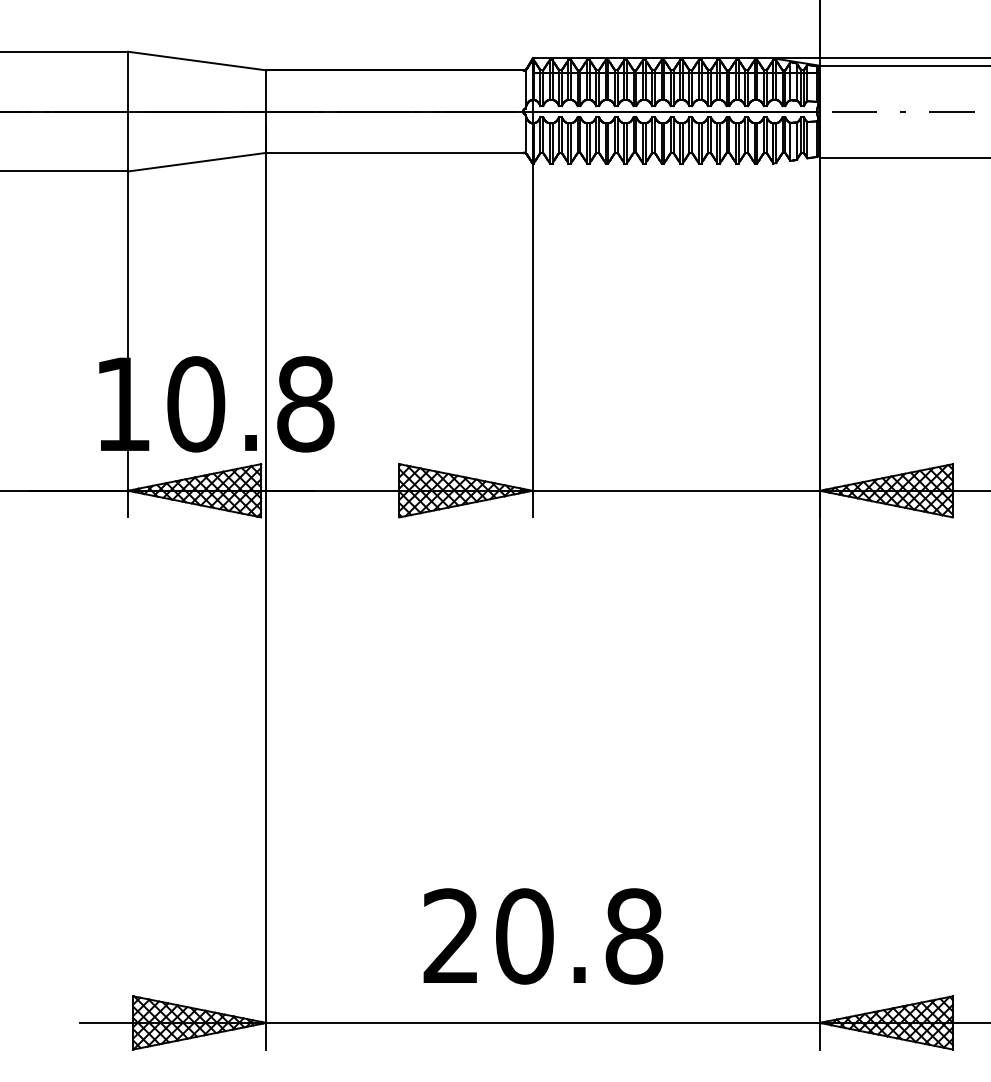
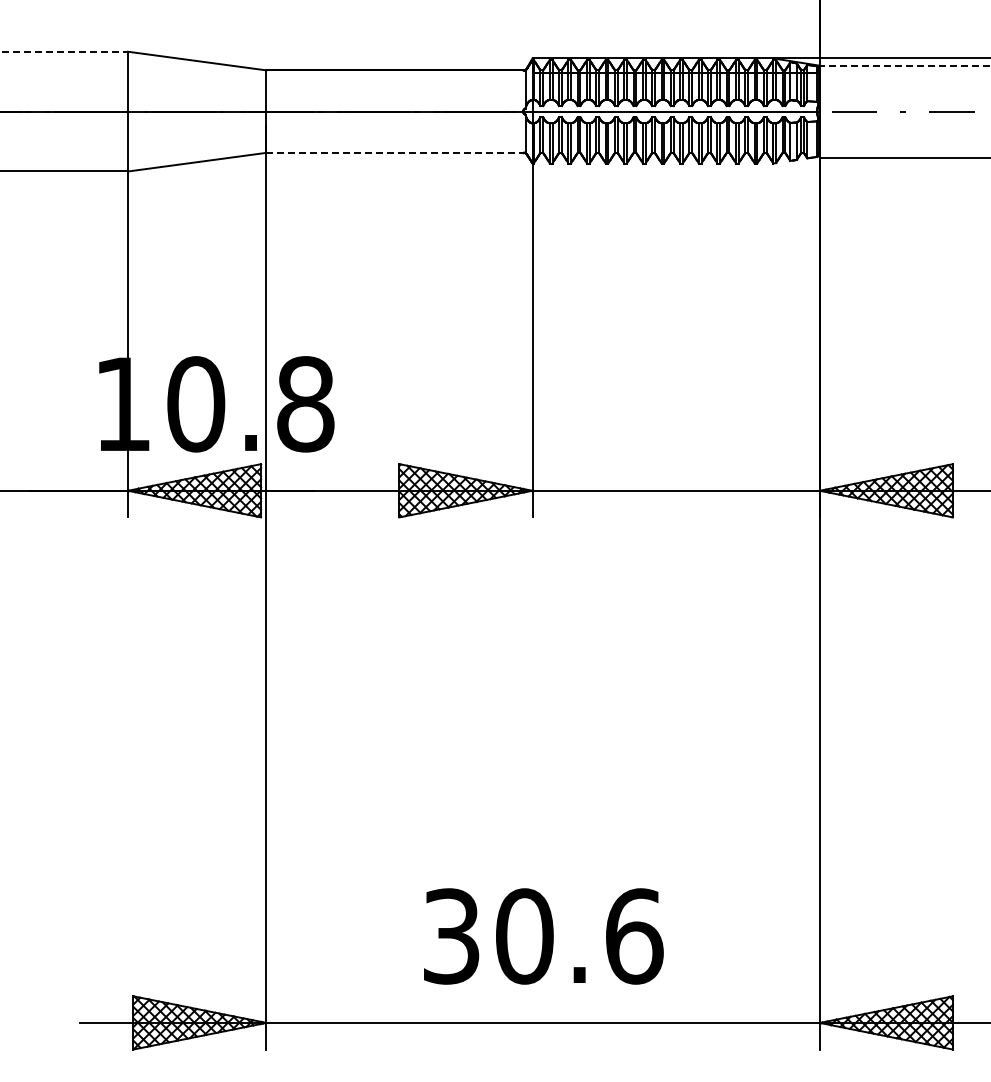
line at (64, 51): solid -> dashed
line at (904, 65): solid -> dashed
line at (395, 152): solid -> dashed
text at (543, 936): 20.8 -> 30.6
